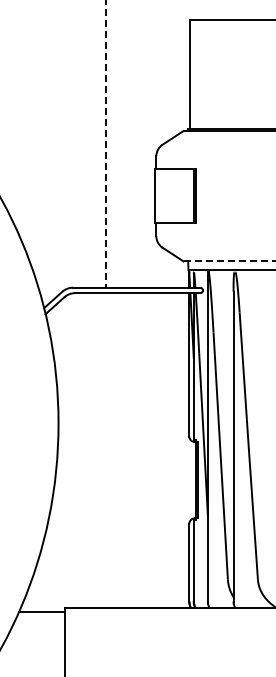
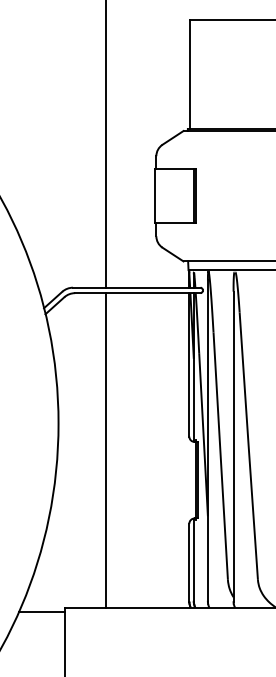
line at (106, 144): dashed -> solid
line at (229, 261): dashed -> solid
line at (106, 450): none -> present
